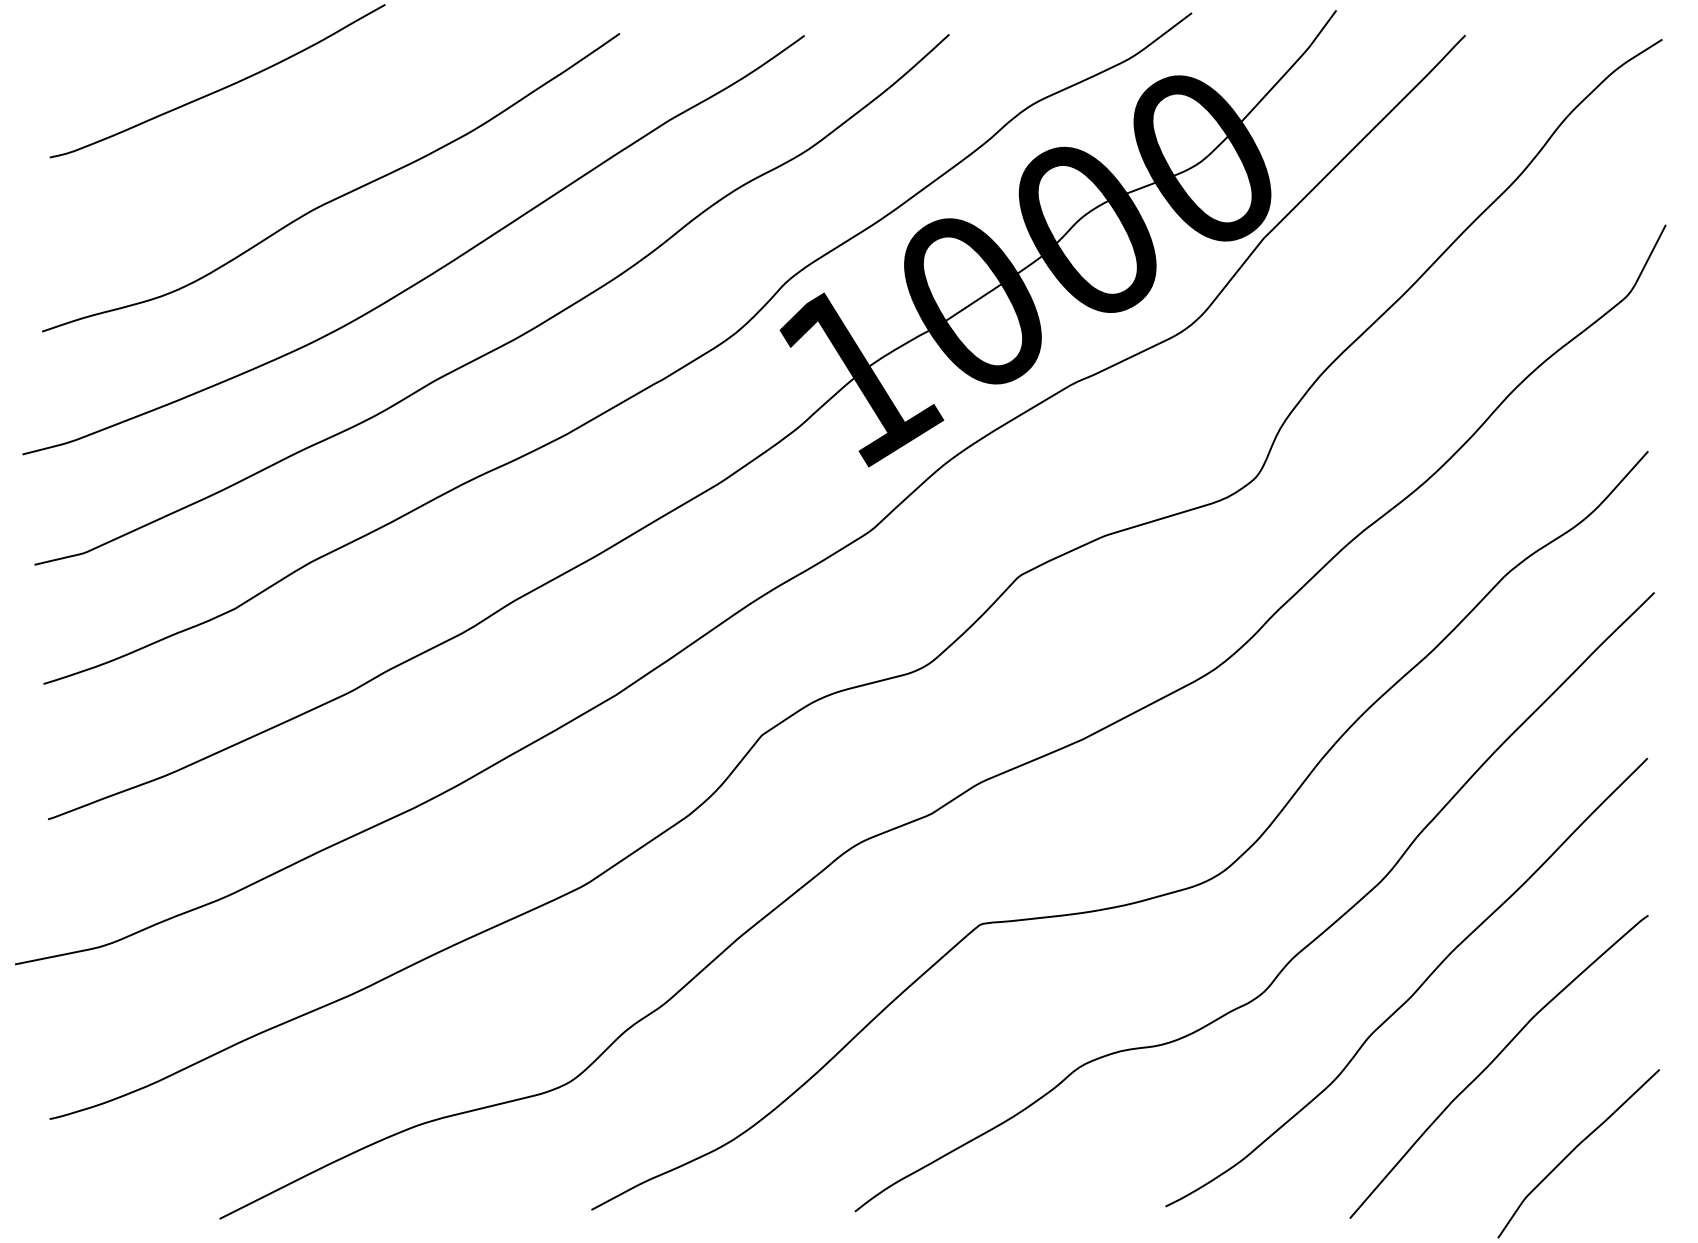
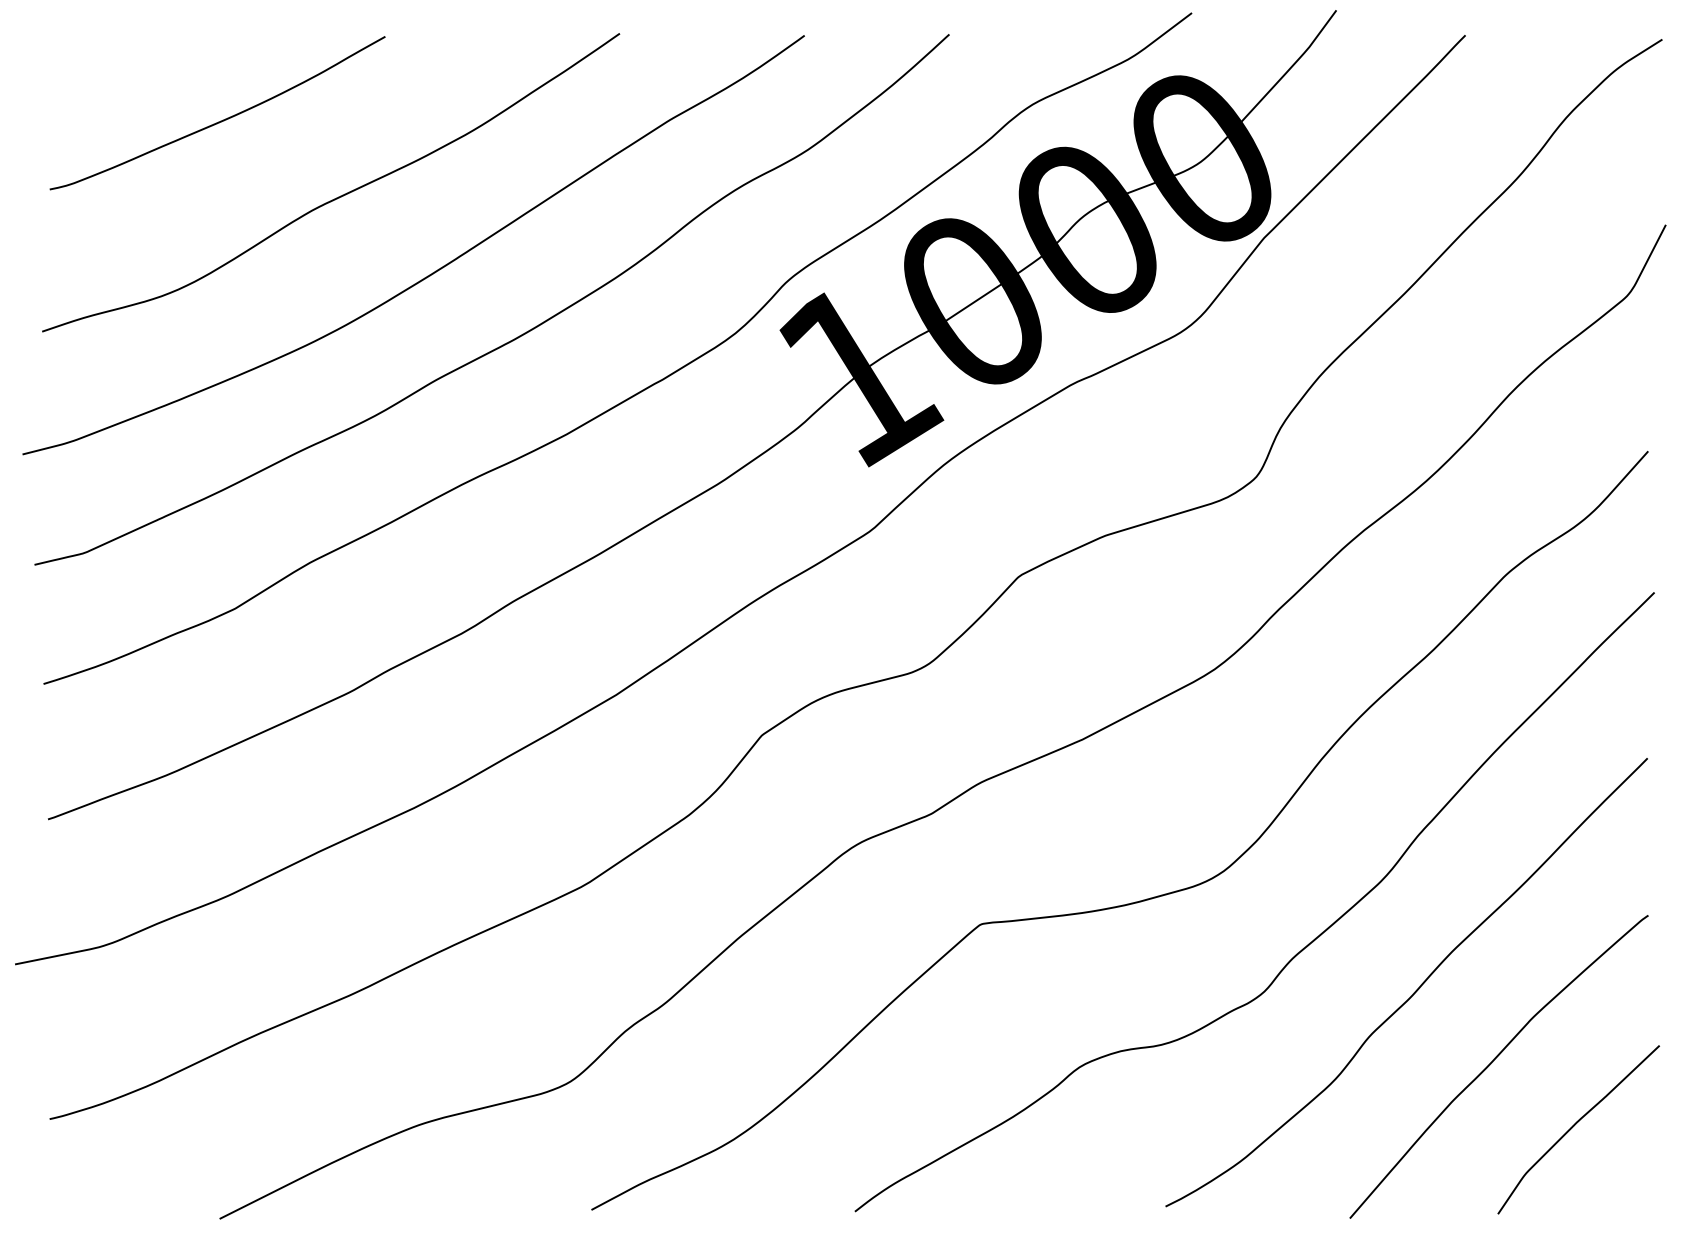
curve at (220, 88) position: (220, 88) -> (220, 120)
curve at (1575, 1149) position: (1575, 1149) -> (1575, 1125)
